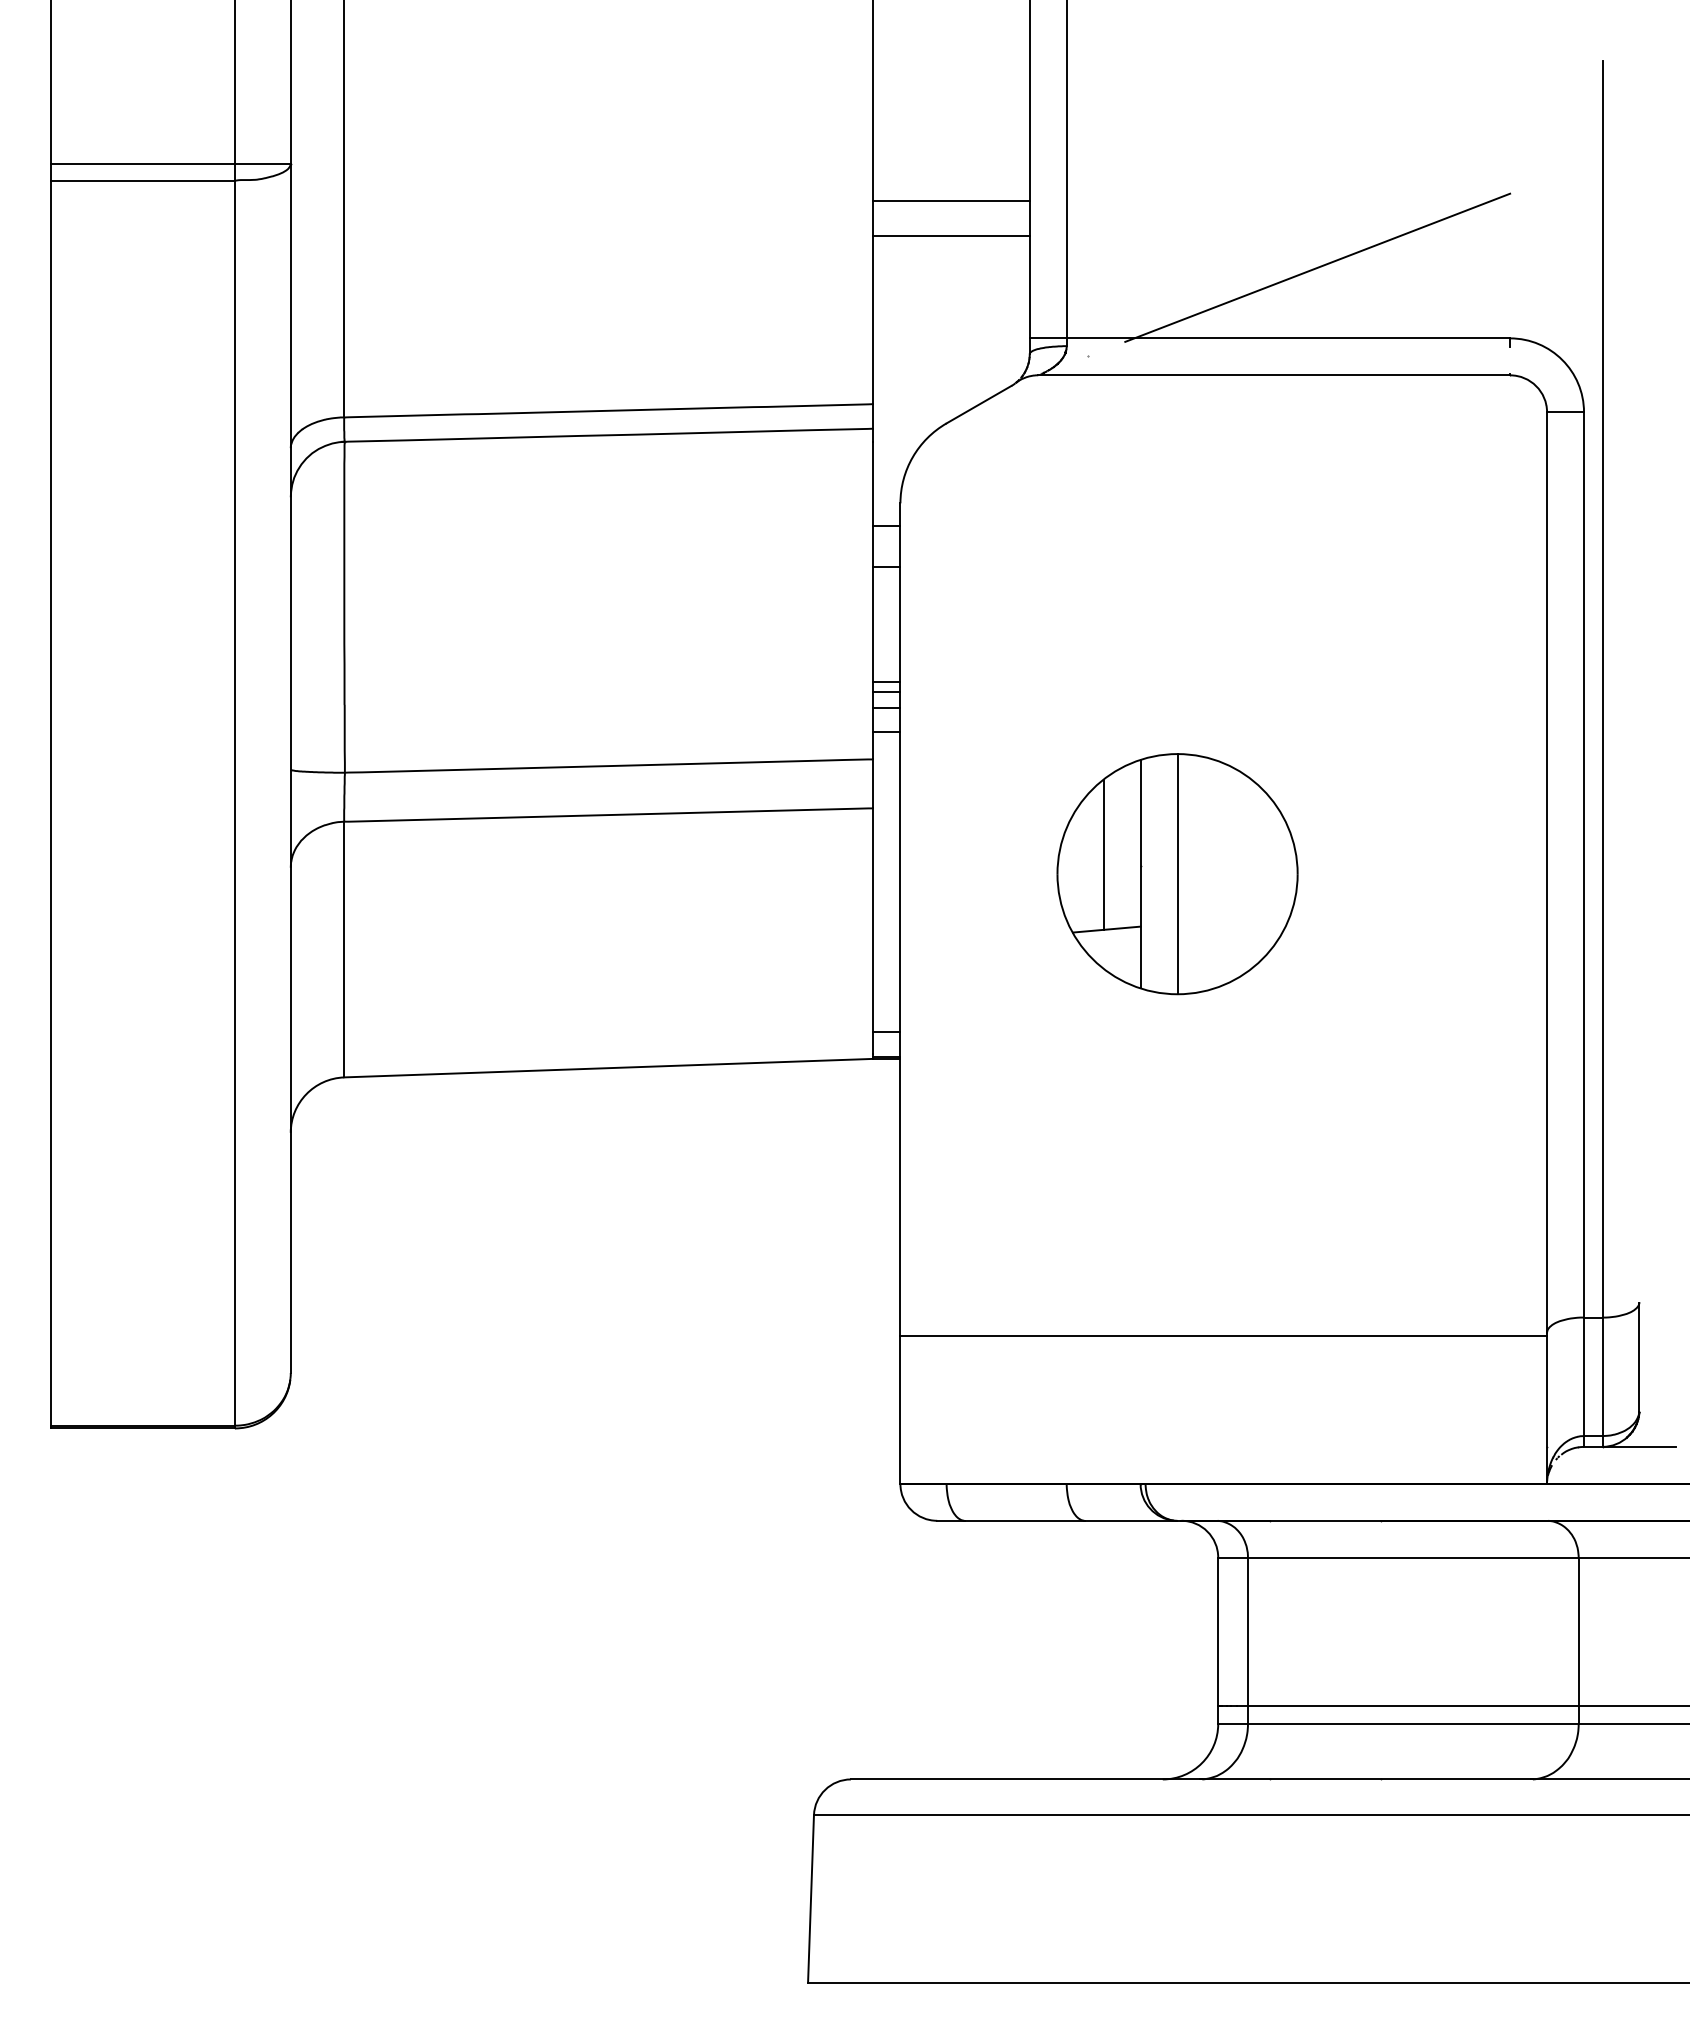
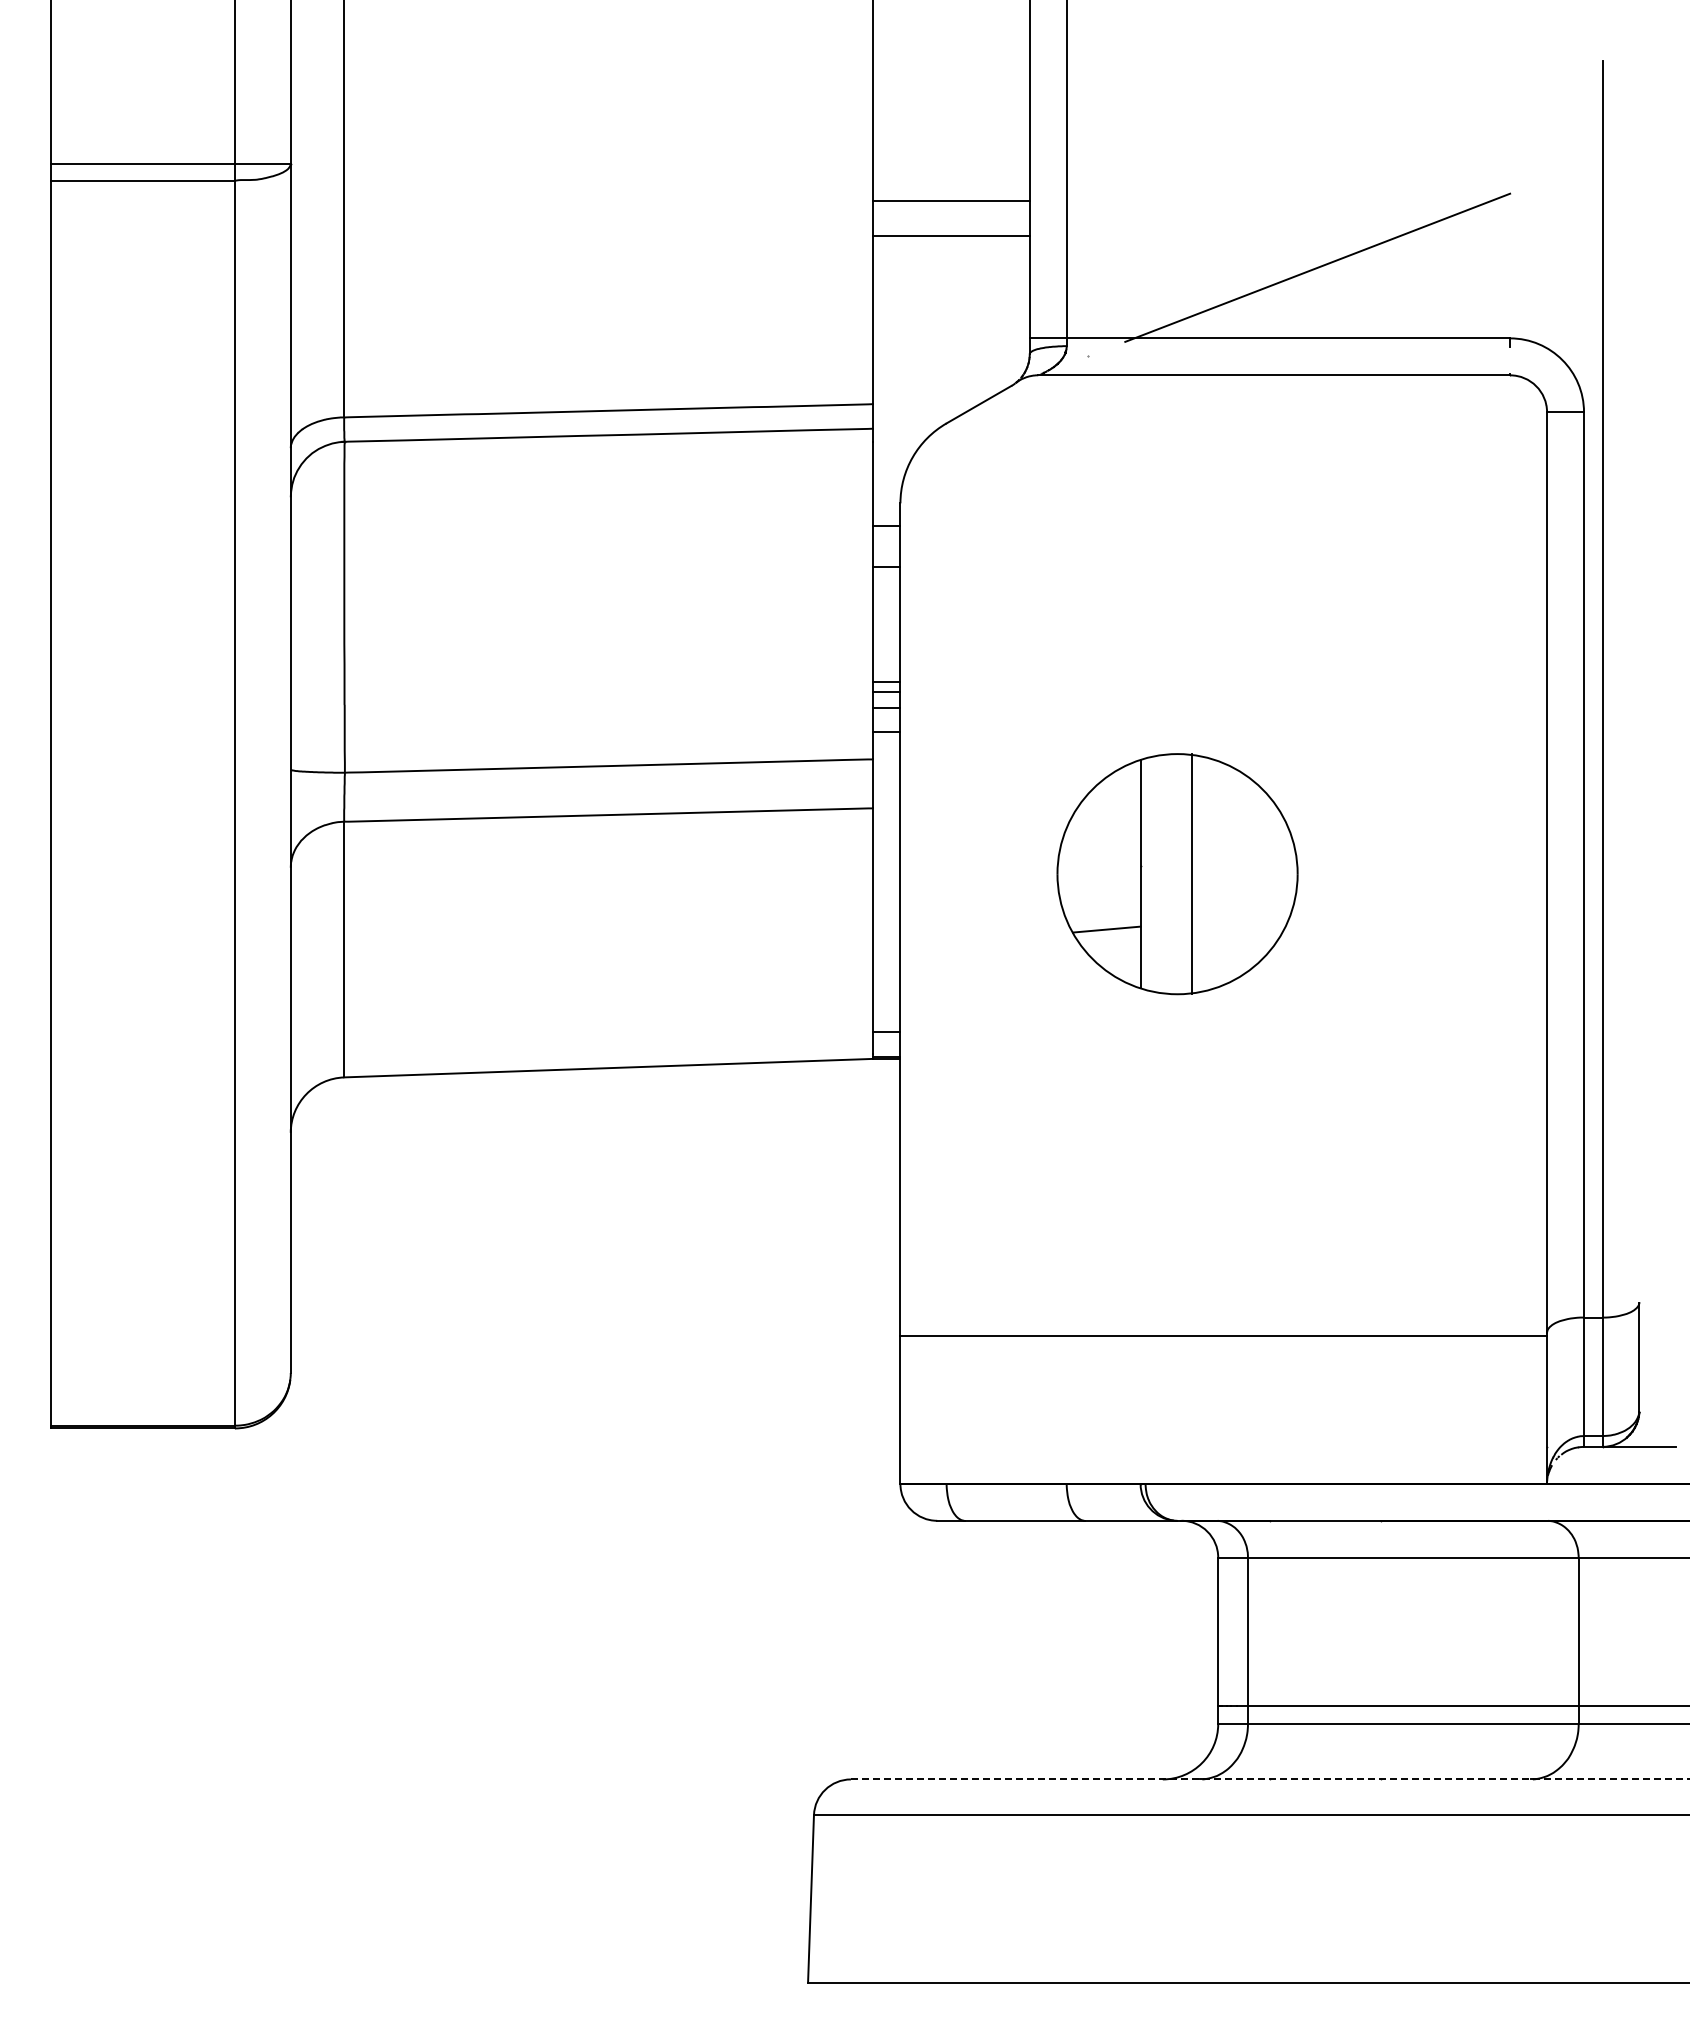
line at (1103, 854): present -> none
line at (1177, 874) position: (1177, 874) -> (1191, 874)
line at (1269, 1779): solid -> dashed
